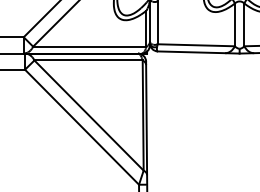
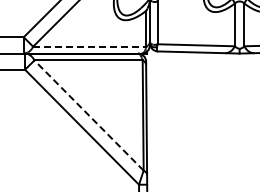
line at (89, 46): solid -> dashed
line at (89, 115): solid -> dashed
